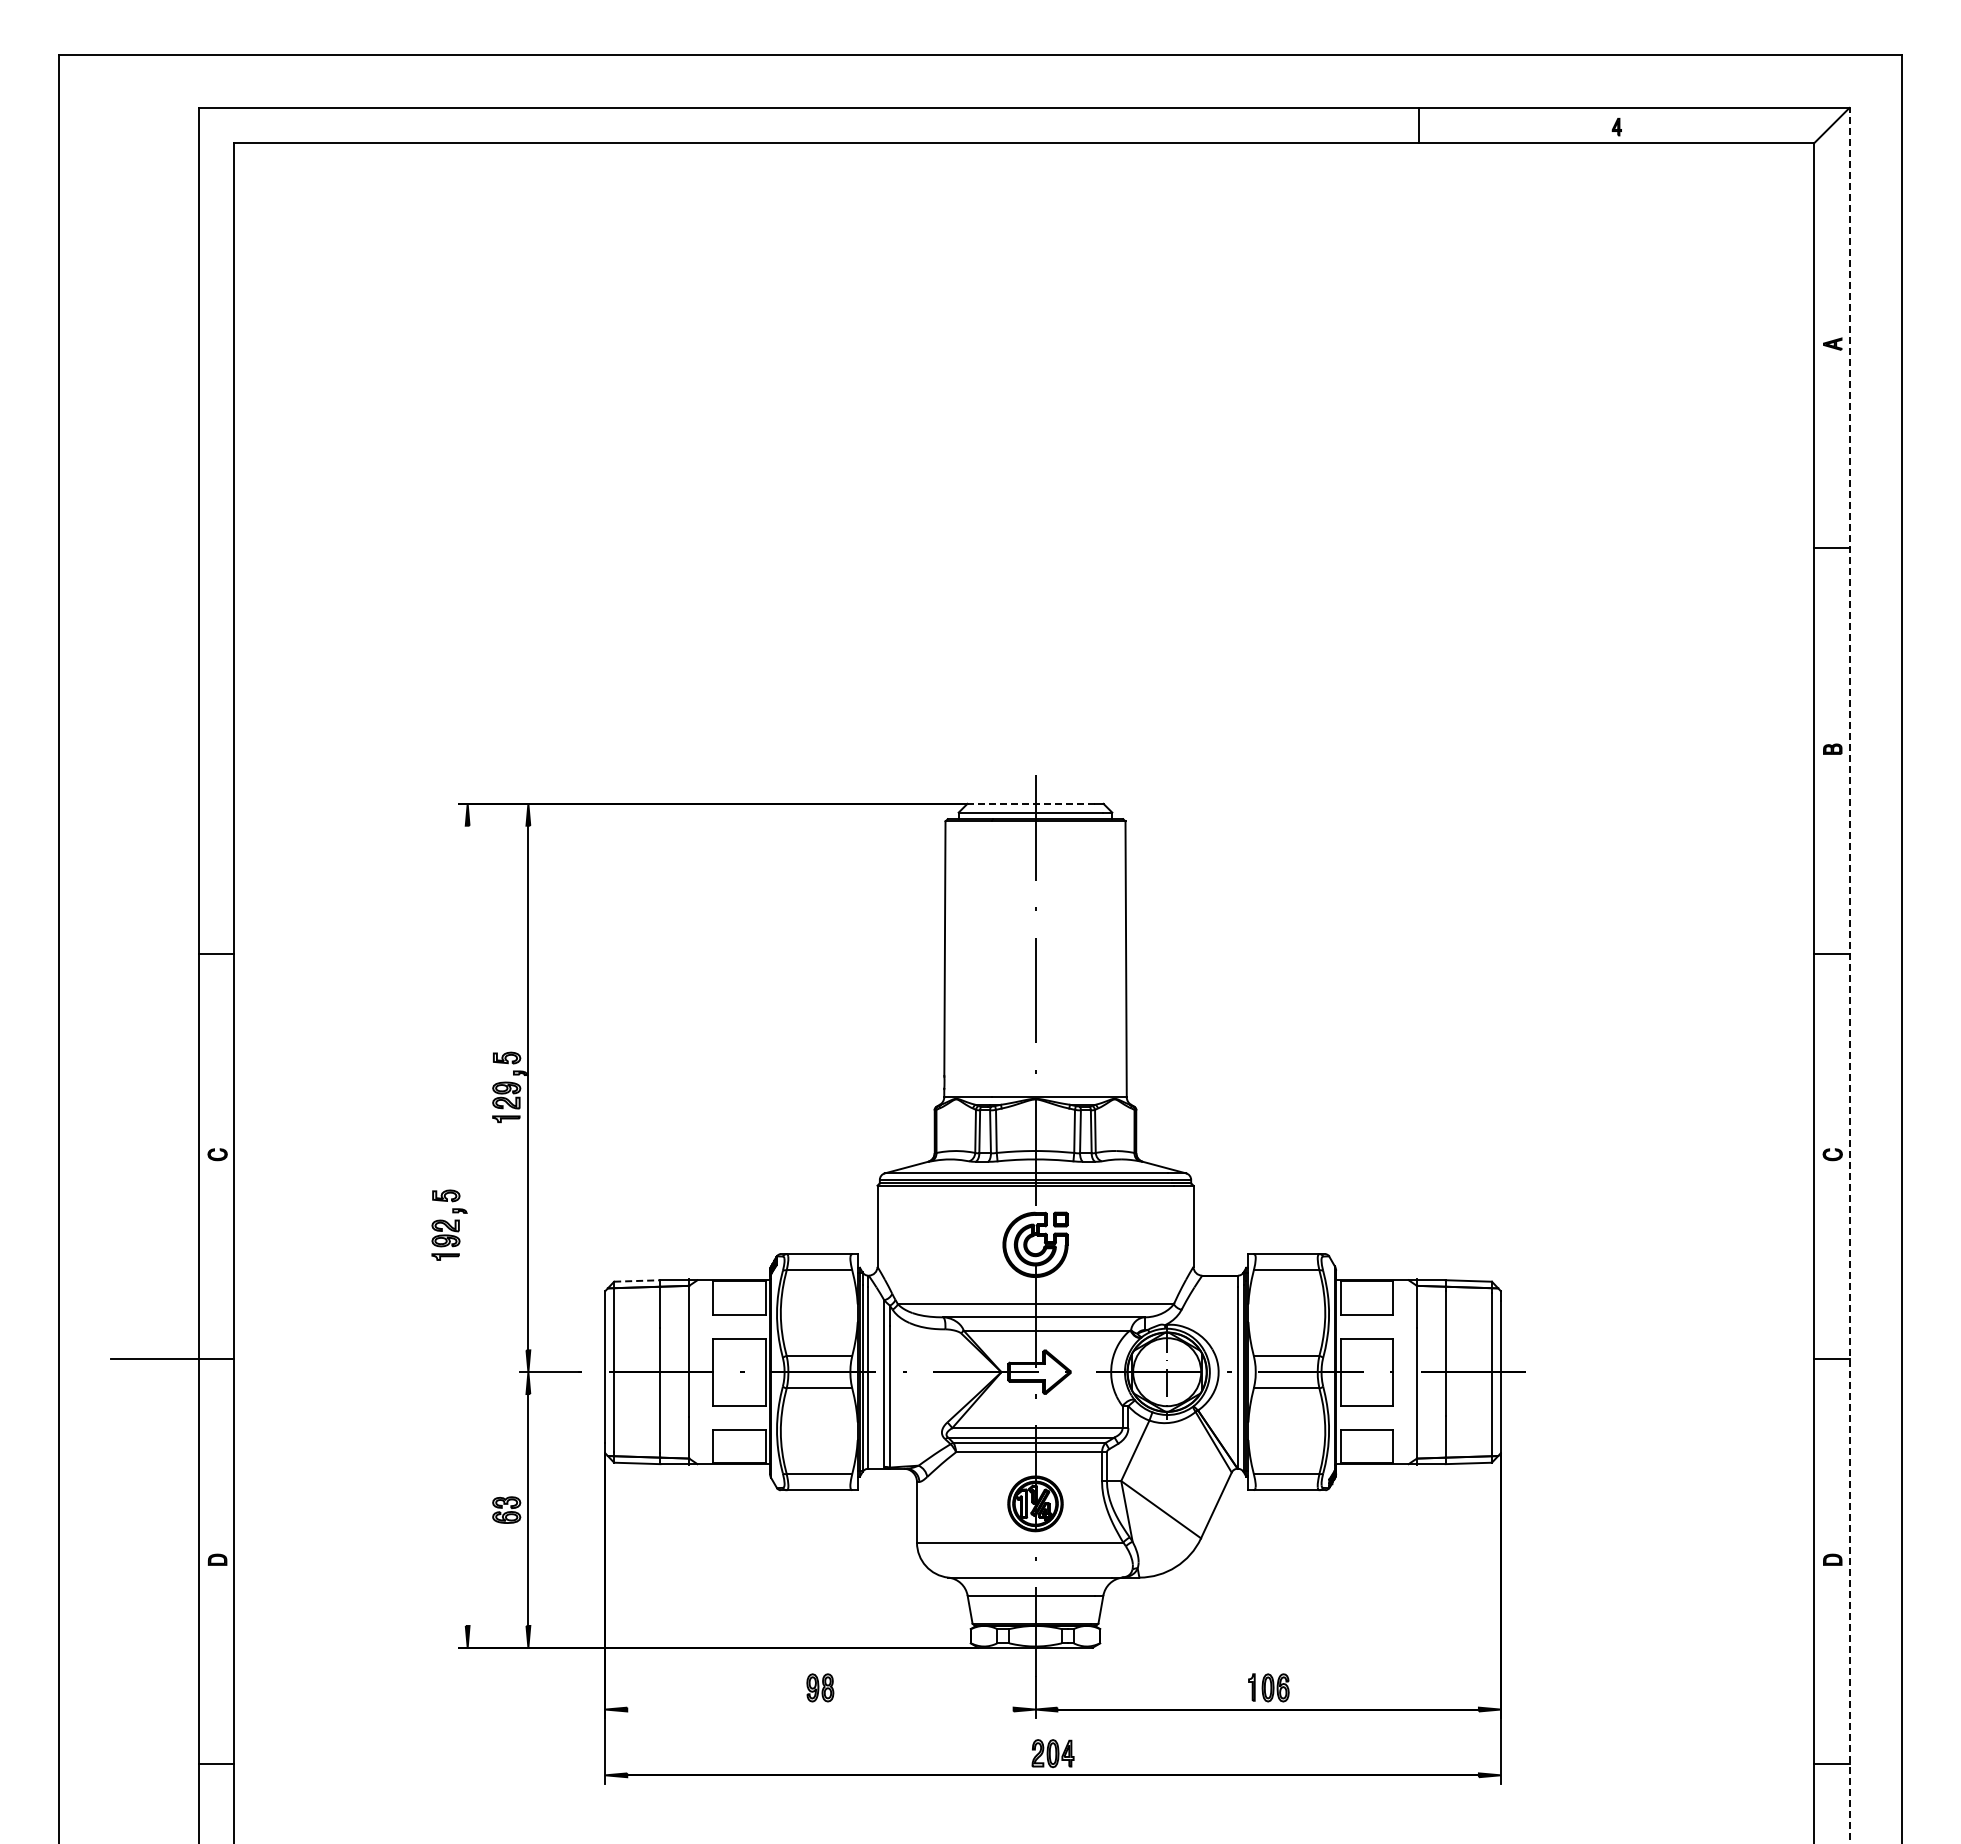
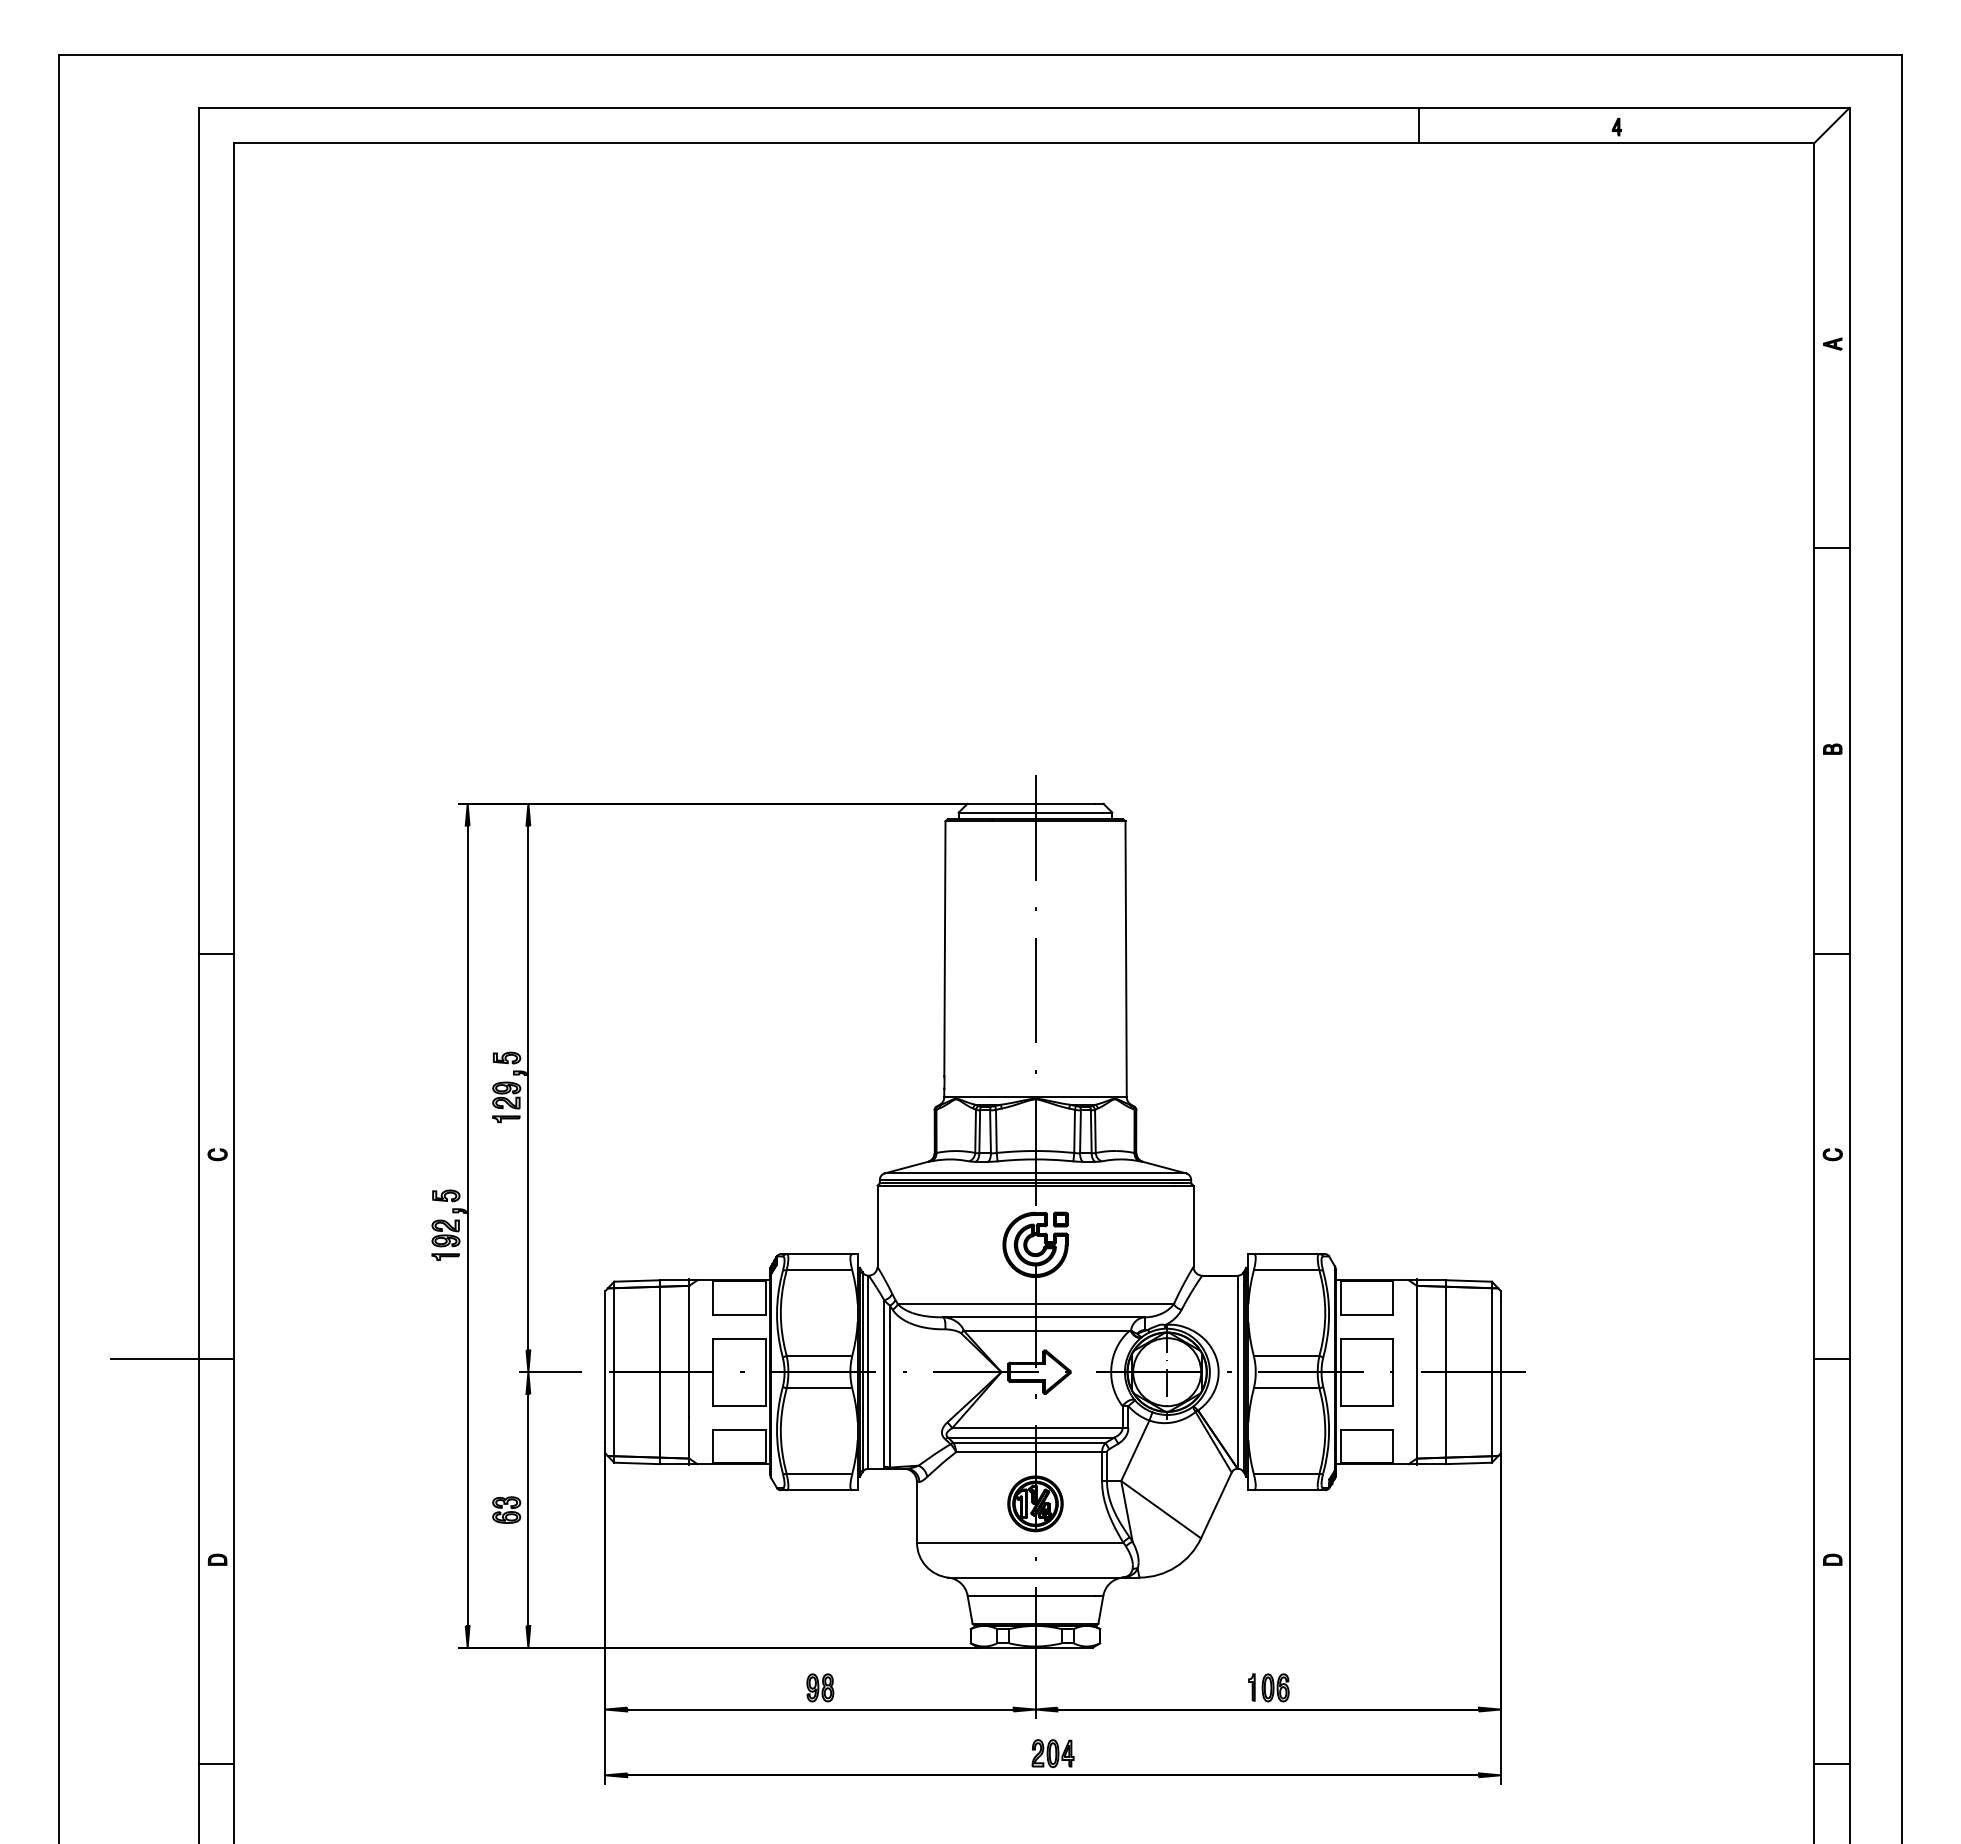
line at (1031, 803): dashed -> solid
line at (1849, 975): dashed -> solid
line at (467, 1225): none -> present
line at (637, 1280): dashed -> solid
line at (820, 1709): none -> present
